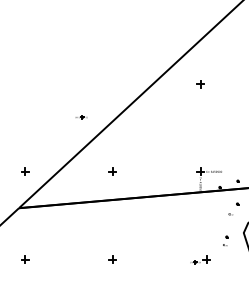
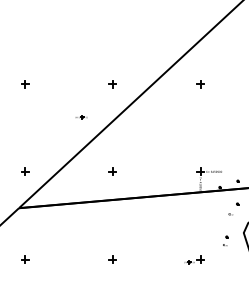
part at (25, 84): none -> present
part at (112, 84): none -> present
part at (200, 259) position: (200, 259) -> (194, 259)
